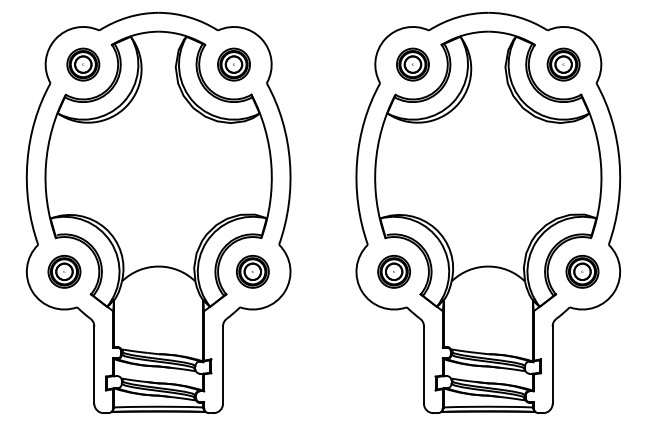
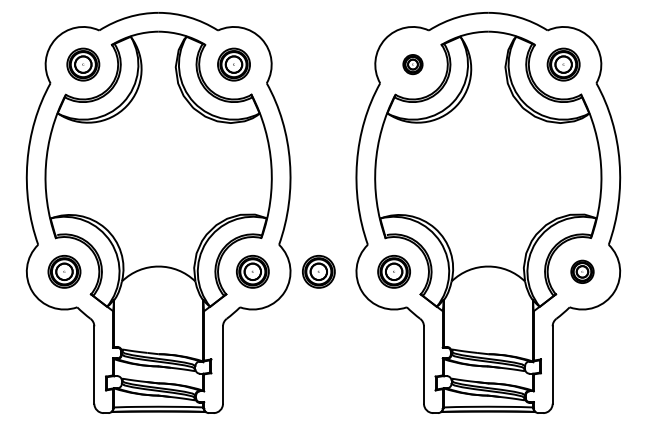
part at (412, 64) size: 34x35 px -> 22x22 px
part at (318, 271): none -> present
part at (582, 271) size: 35x34 px -> 25x25 px
